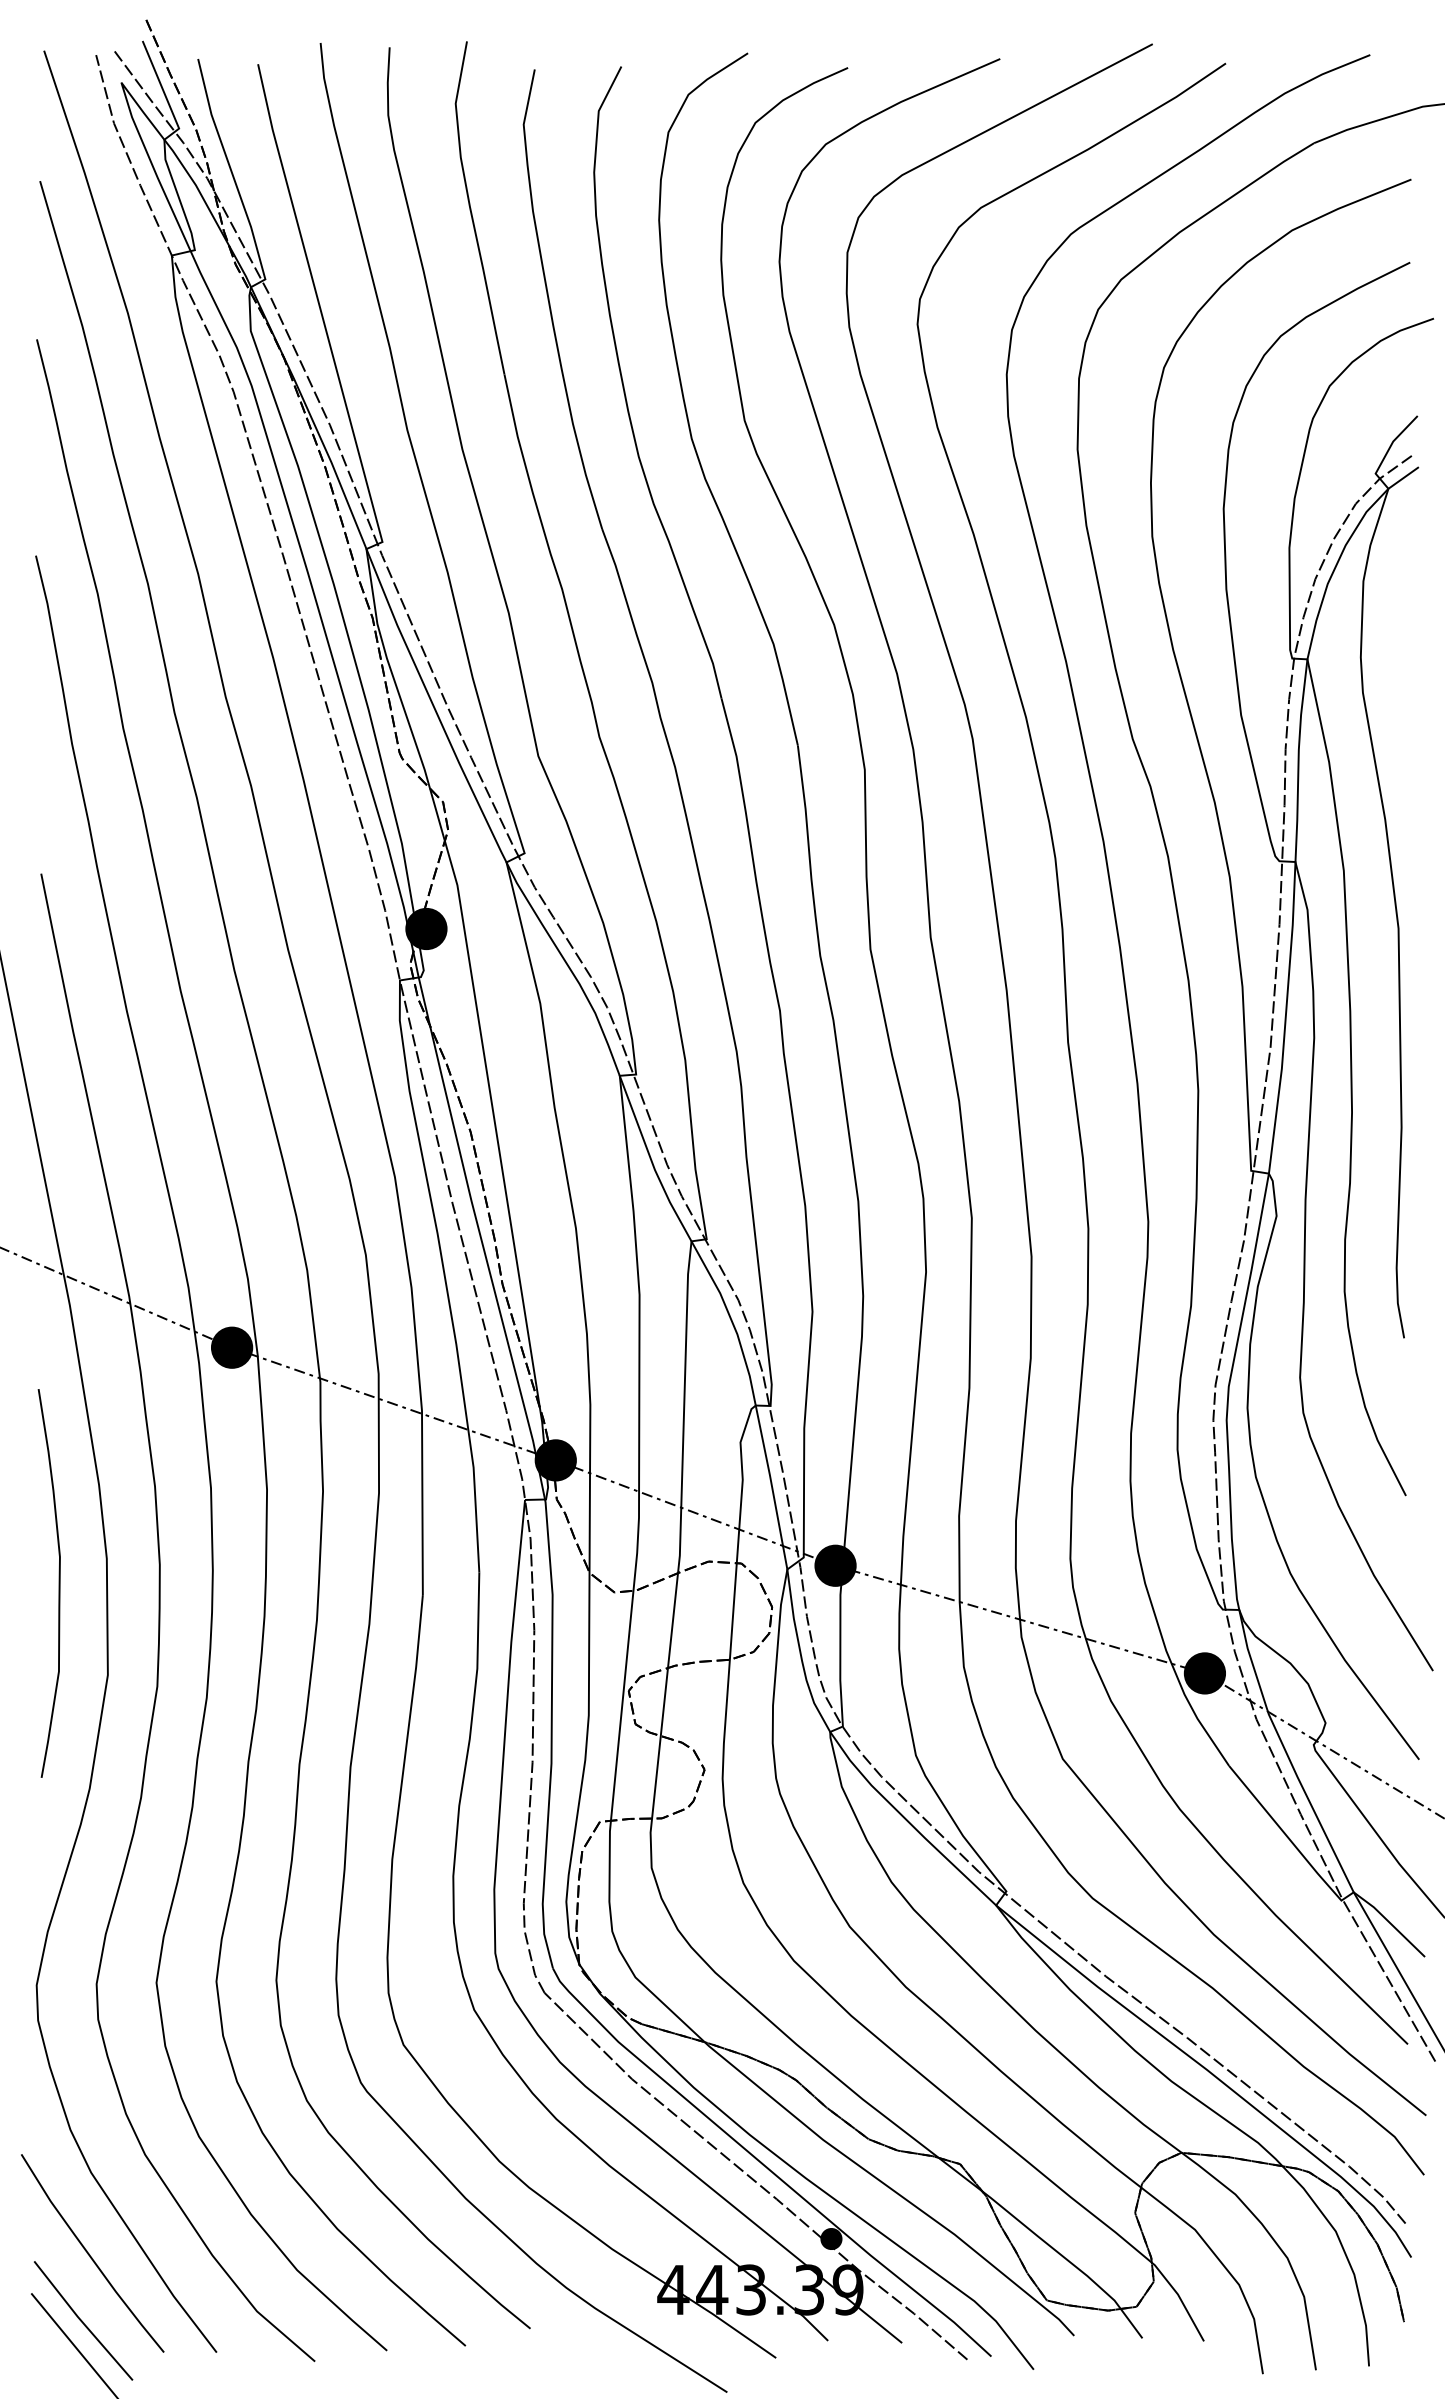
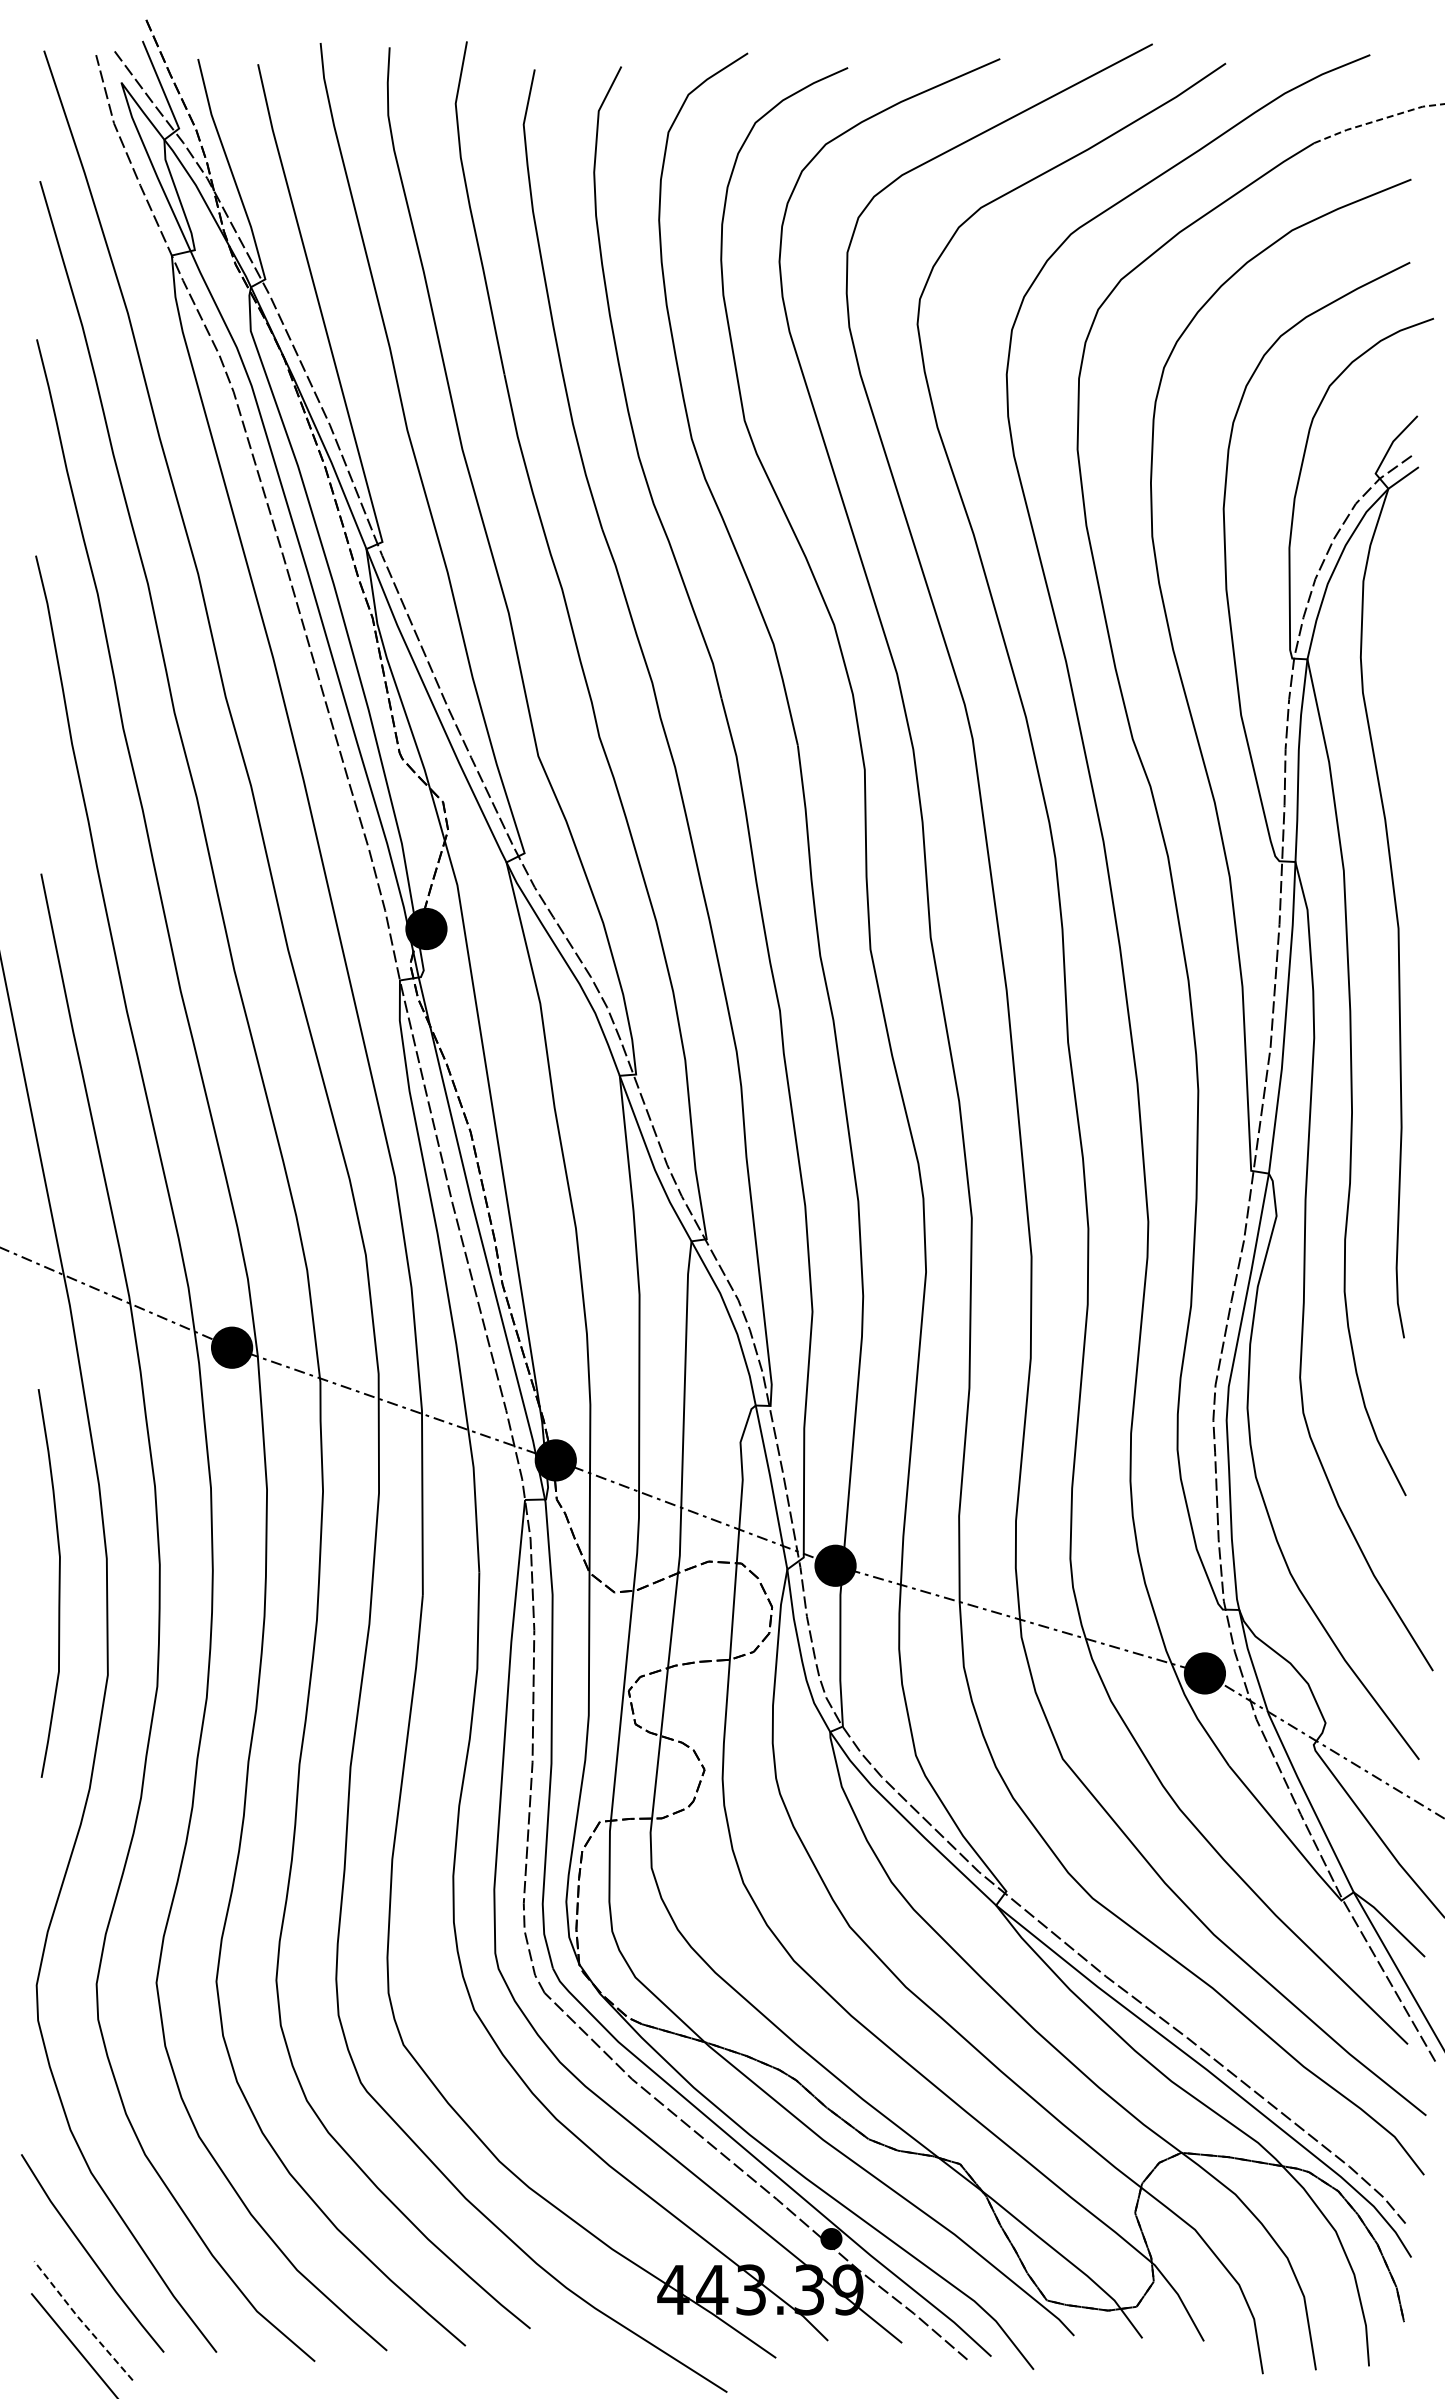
line at (1378, 120): solid -> dashed
line at (81, 2321): solid -> dashed
